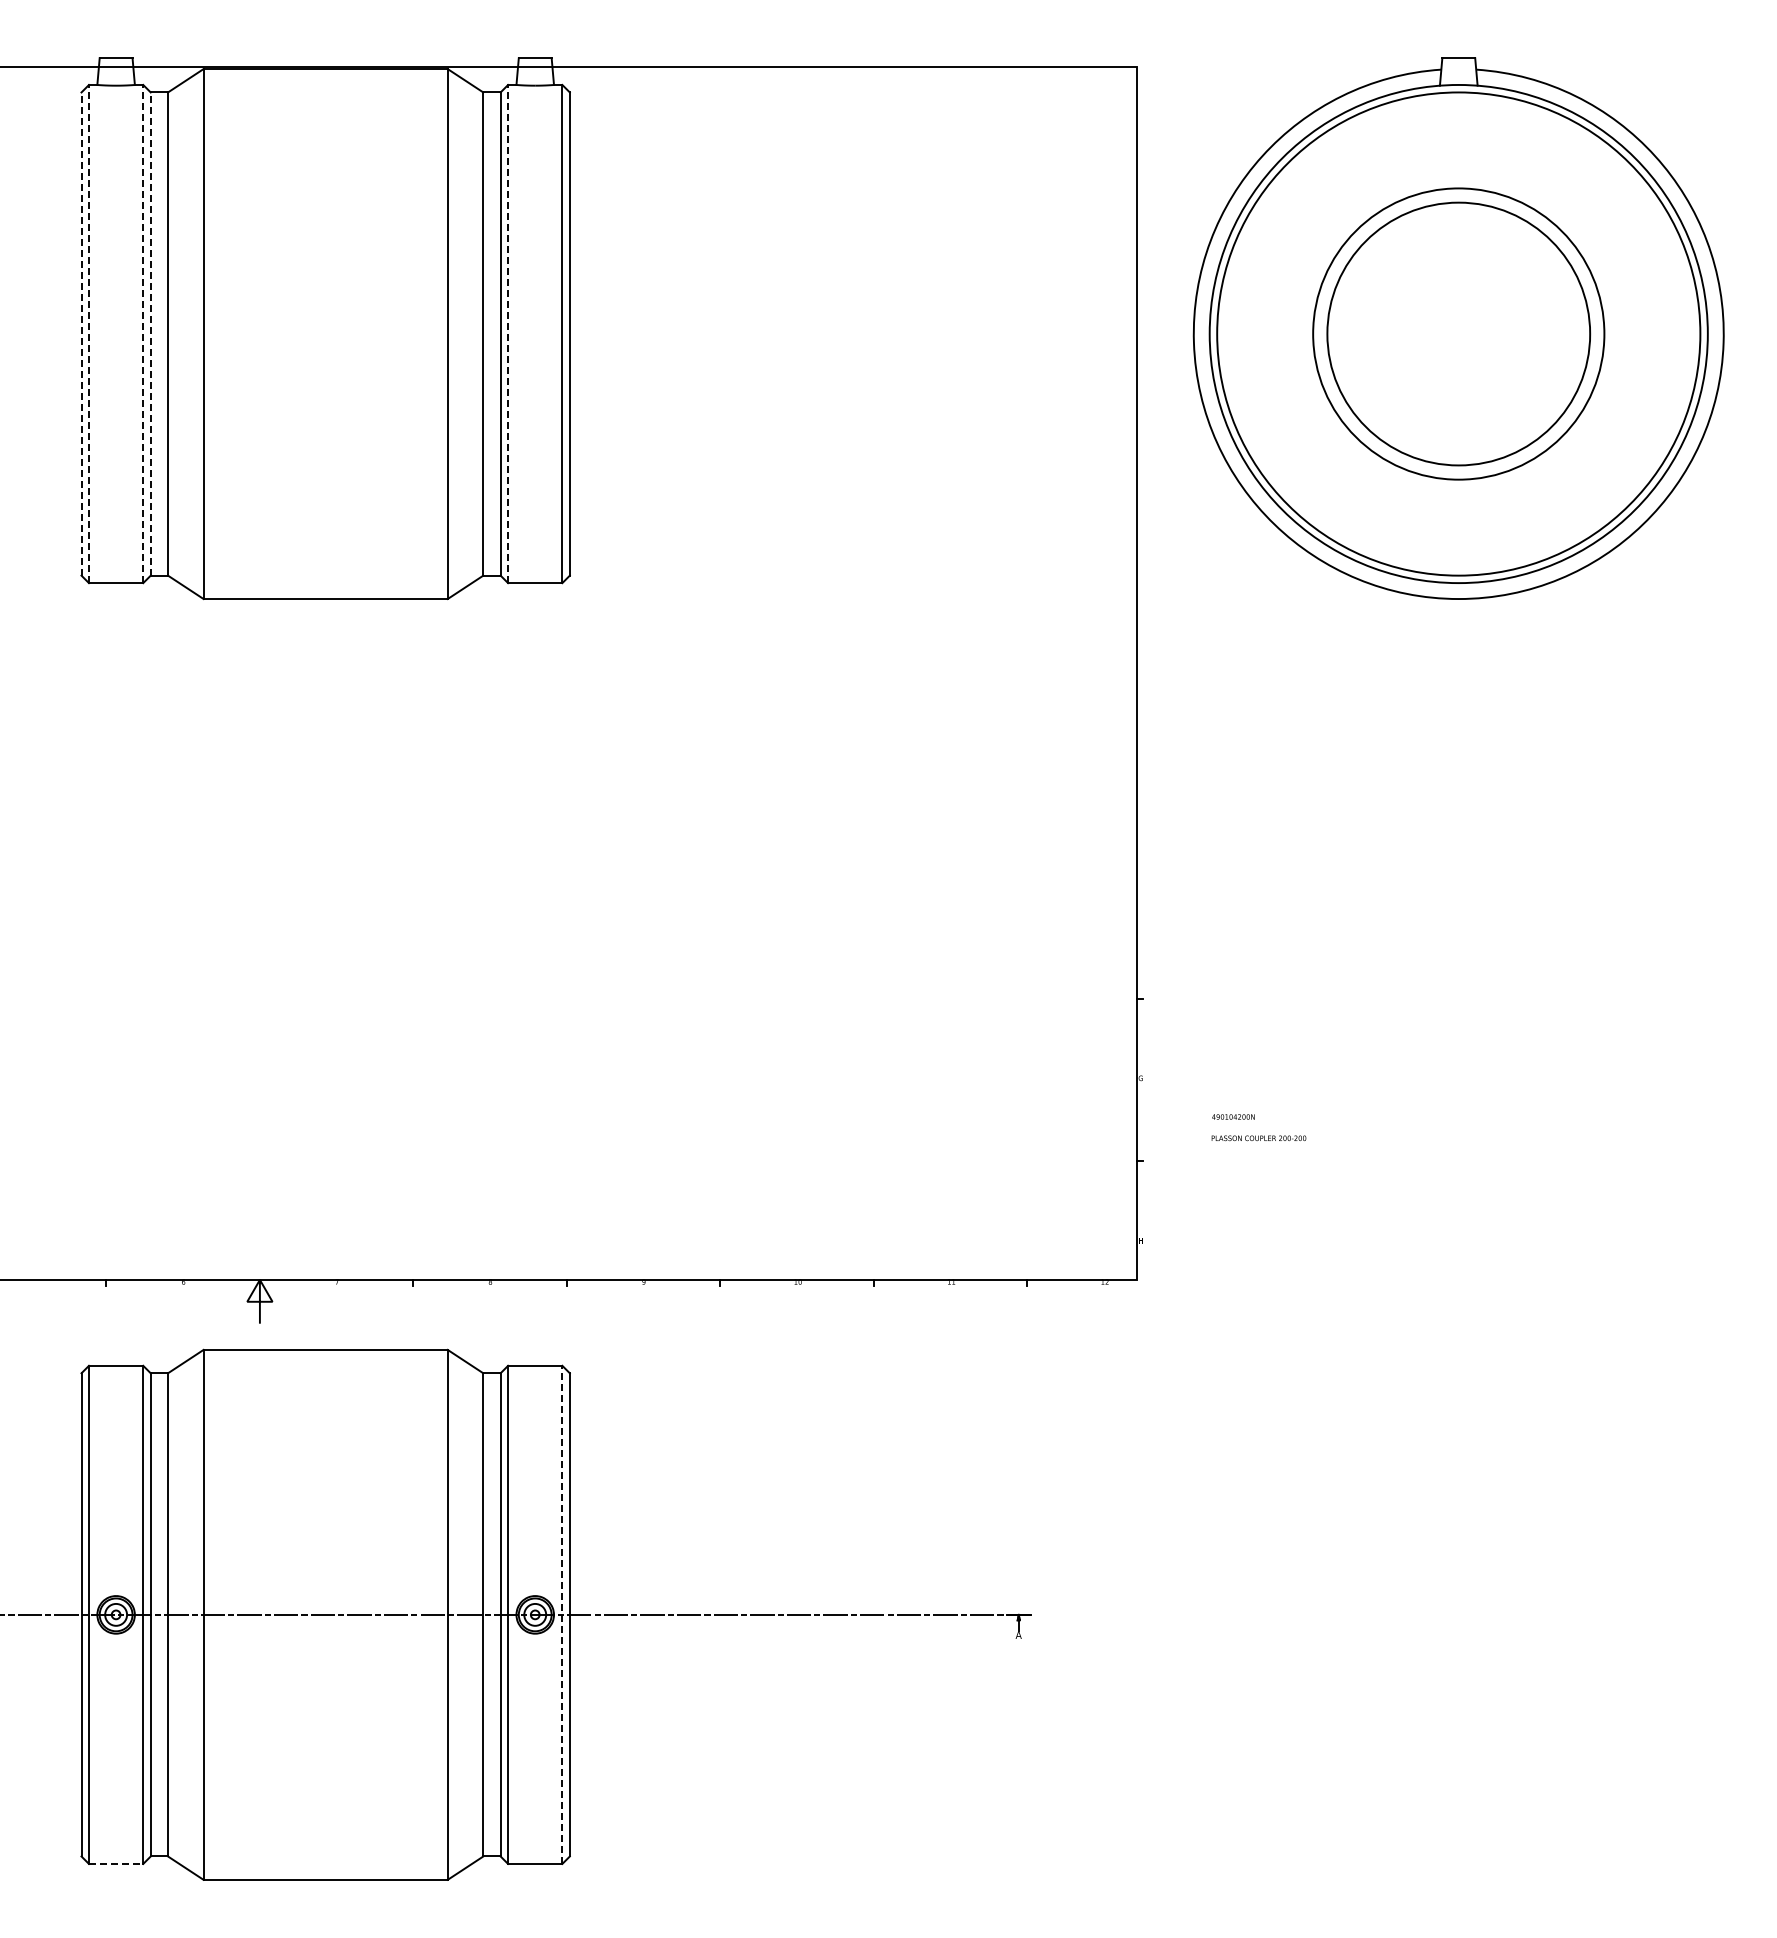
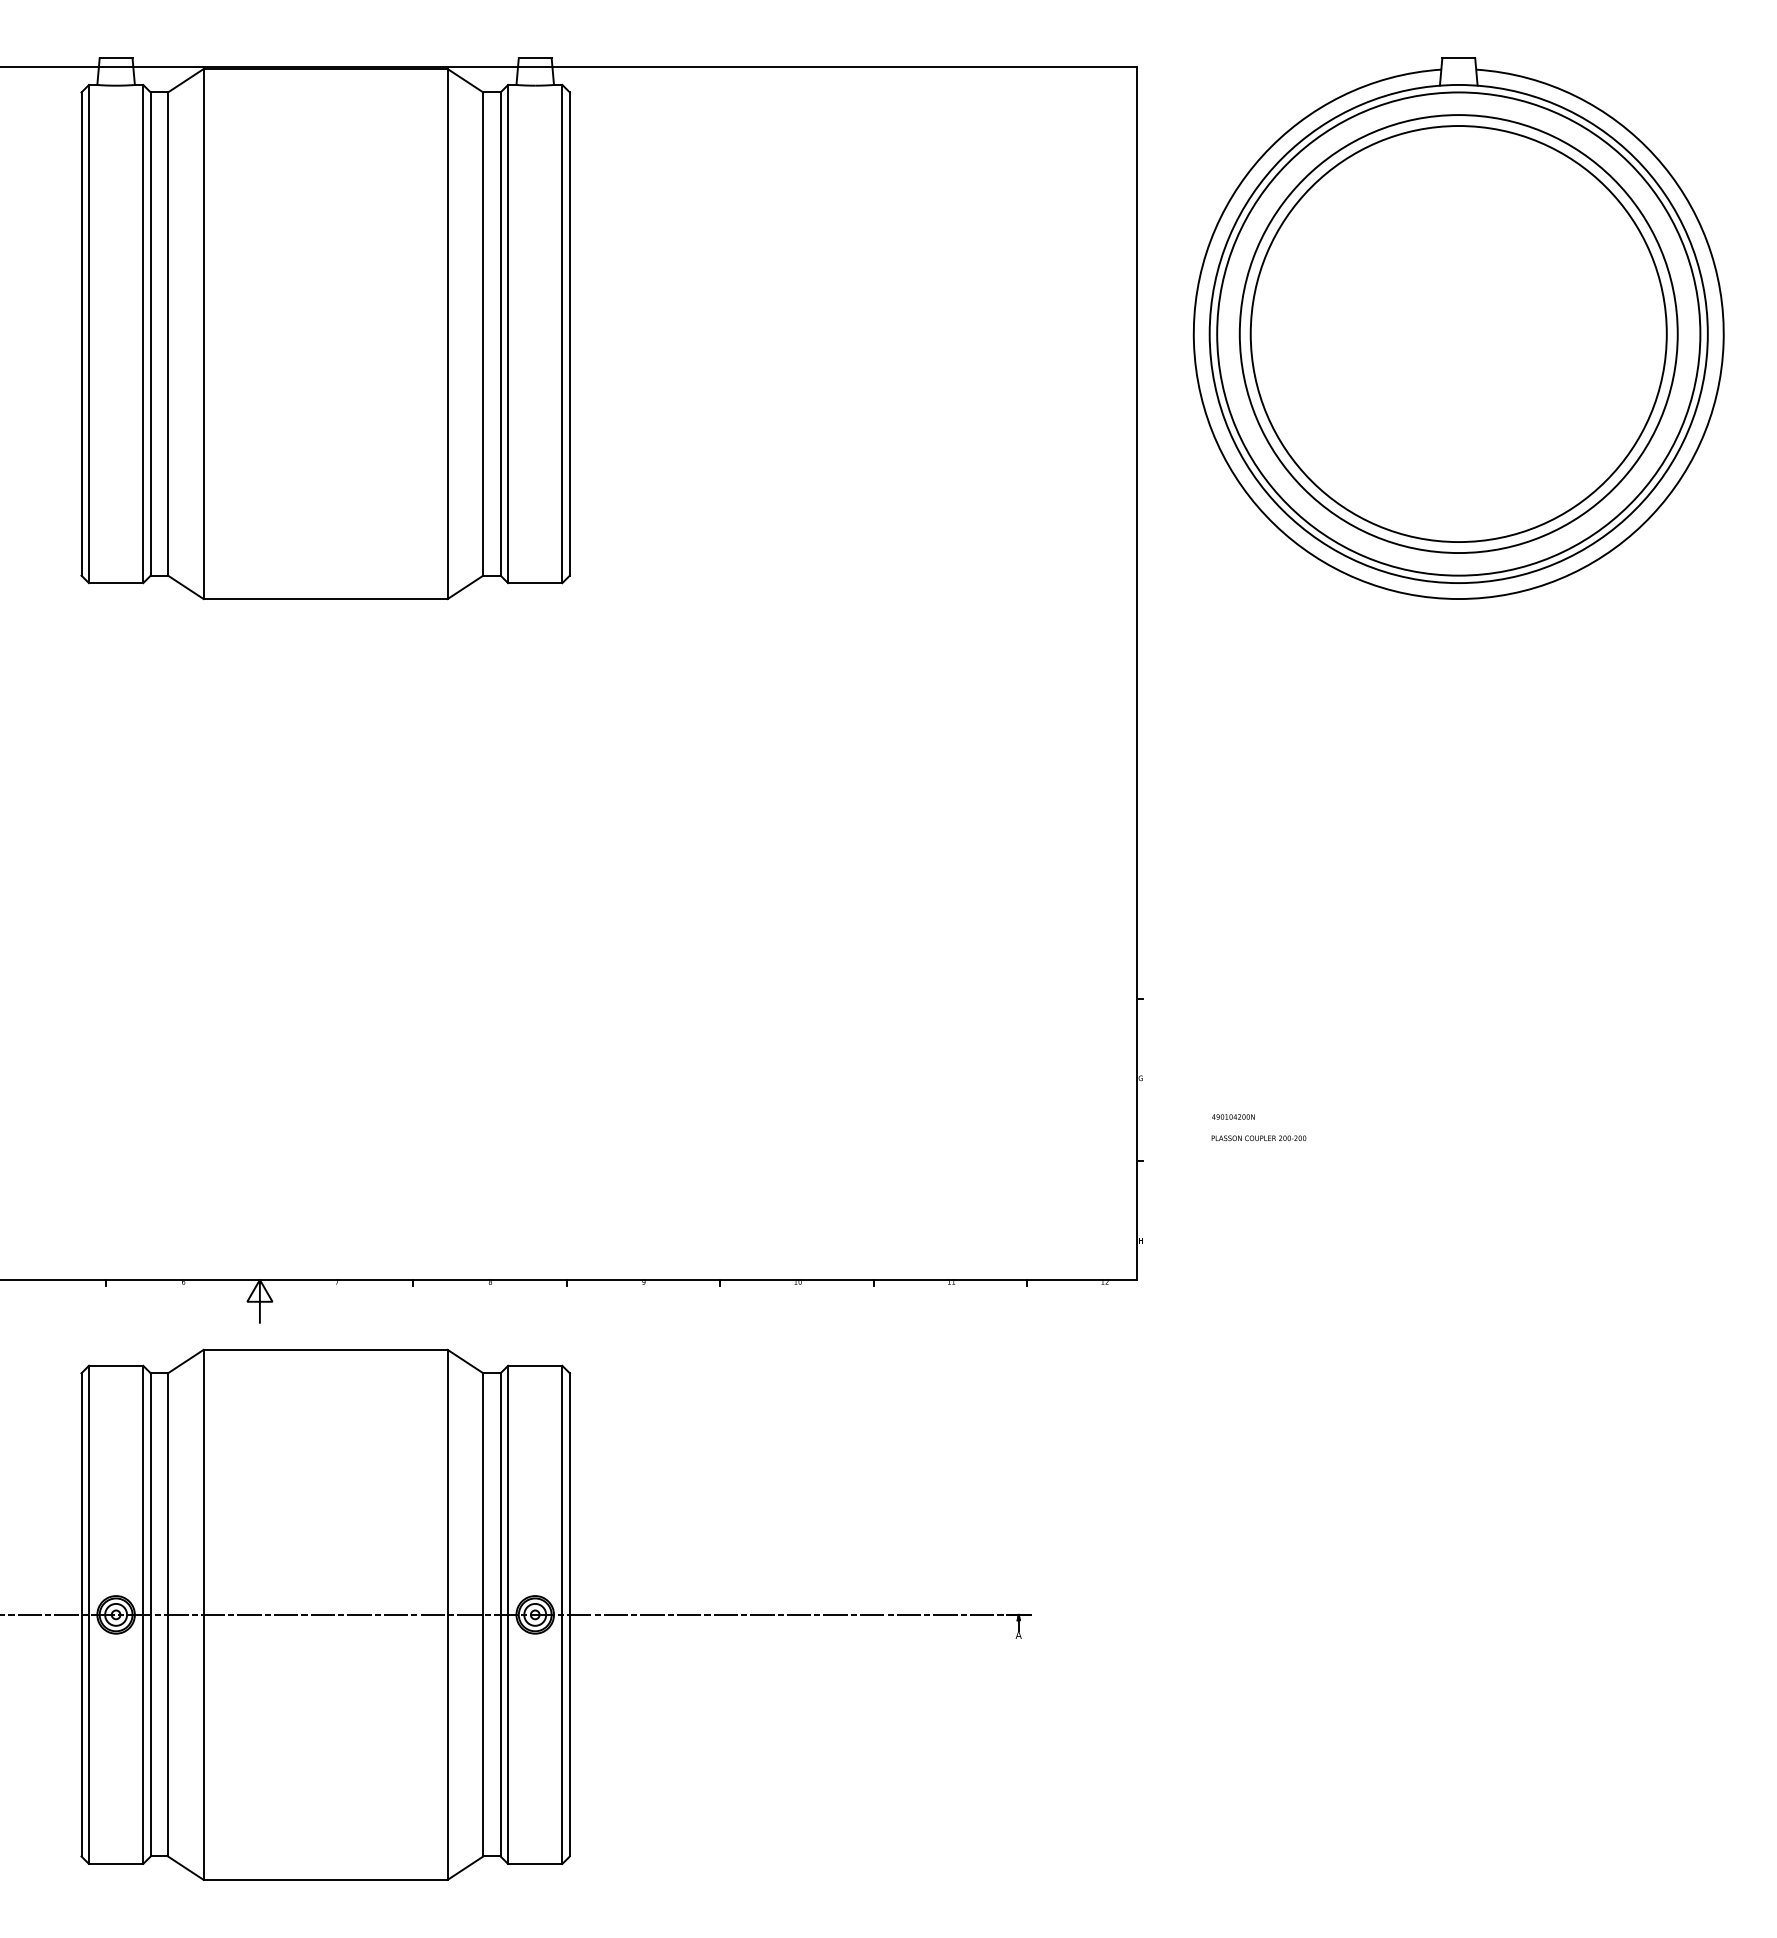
line at (88, 333): dashed -> solid
line at (143, 333): dashed -> solid
line at (508, 333): dashed -> solid
circle at (1458, 333) diameter: 263 px -> 438 px
circle at (1458, 333) diameter: 291 px -> 416 px
line at (81, 334): dashed -> solid
line at (150, 334): dashed -> solid
line at (562, 1614): dashed -> solid
line at (116, 1863): dashed -> solid
